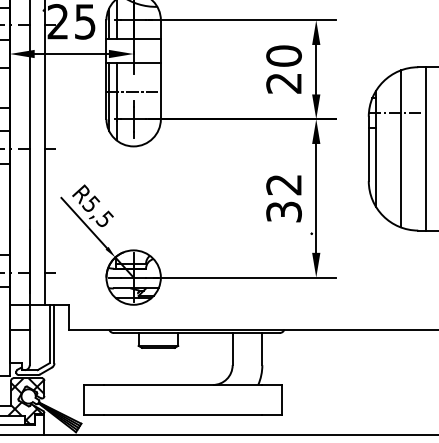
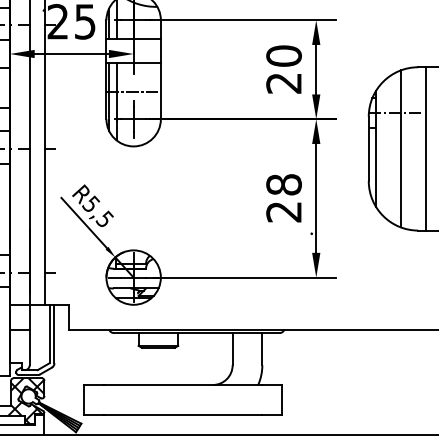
text at (283, 198): 32 -> 28
